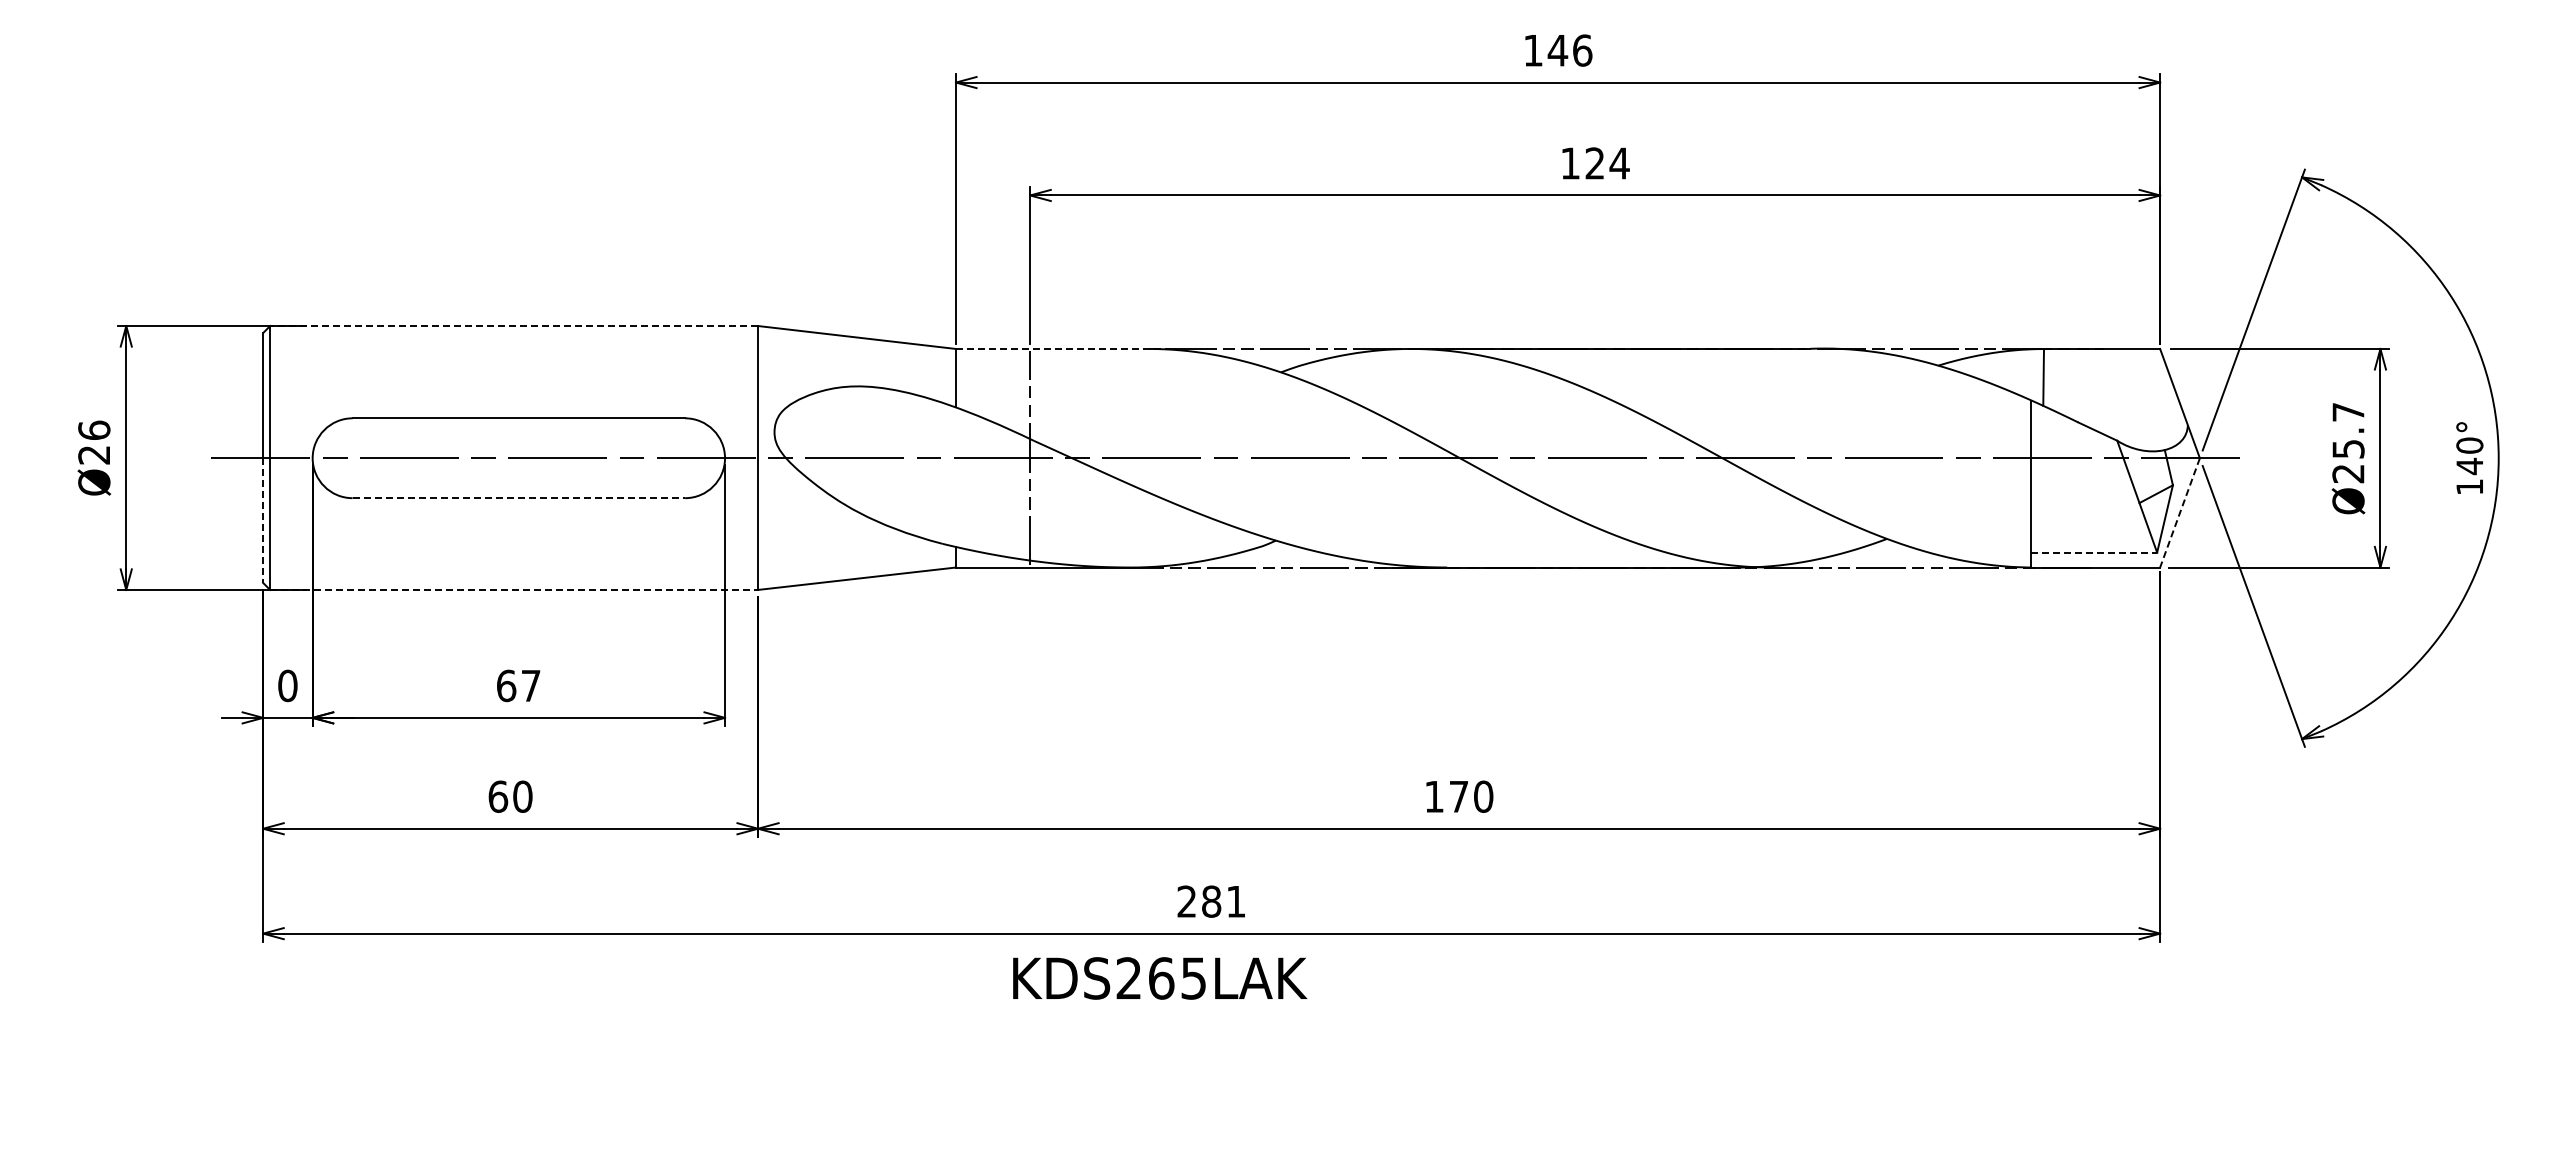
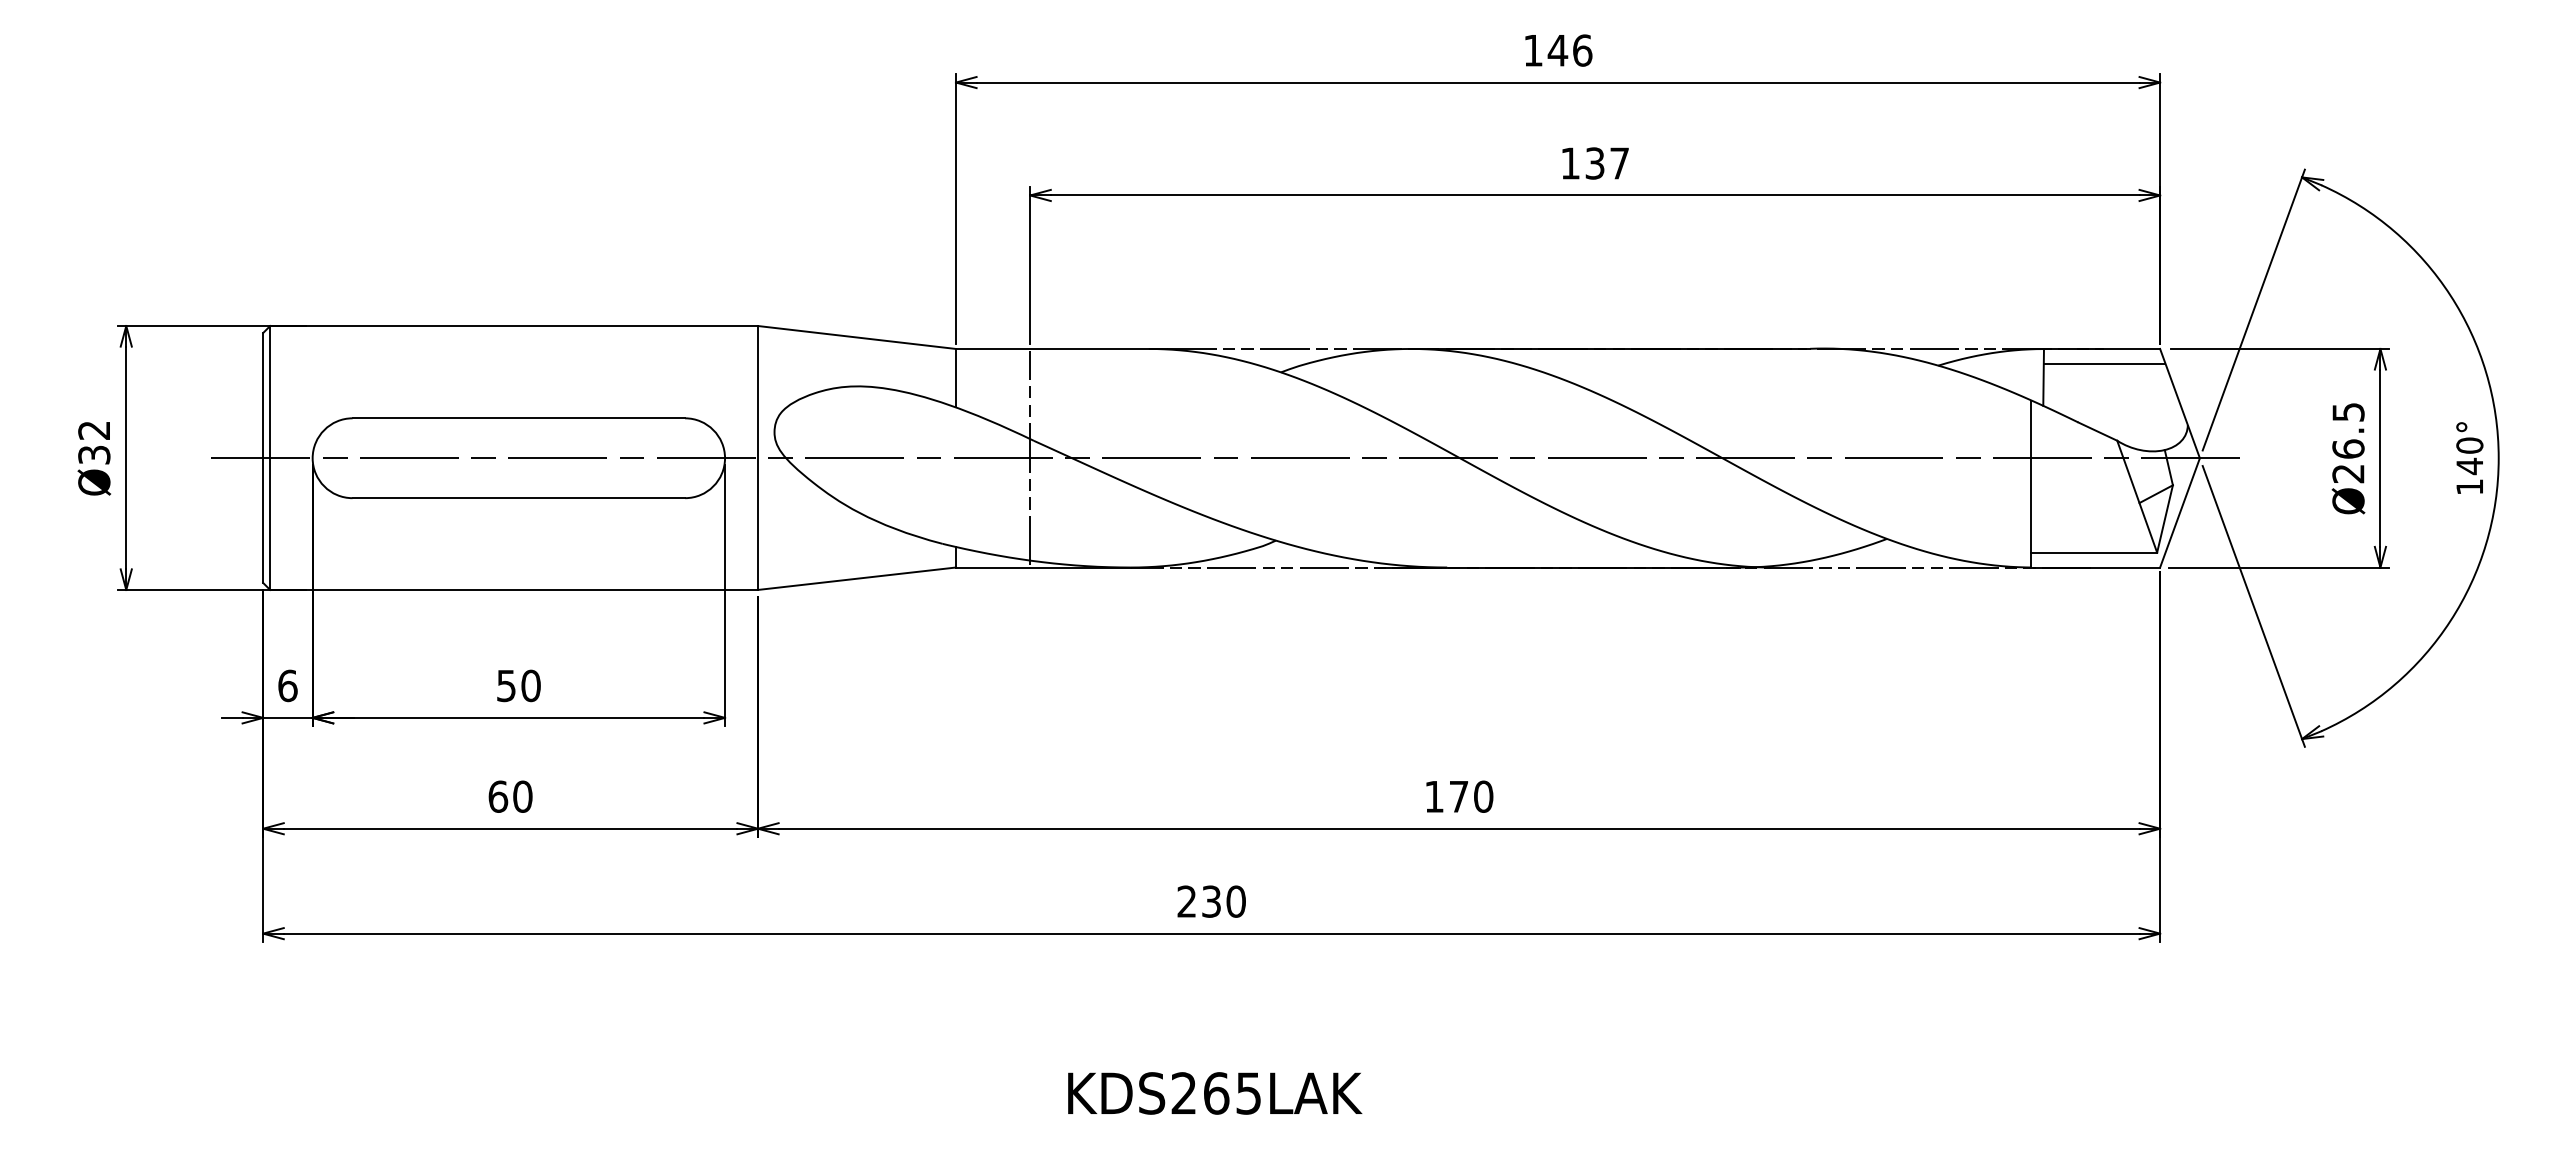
text at (1607, 163): 124 -> 137
line at (514, 326): dashed -> solid
line at (1061, 348): dashed -> solid
line at (2104, 363): none -> present
text at (2348, 430): Ø25.7 -> Ø26.5
text at (94, 442): Ø26 -> Ø32
line at (519, 498): dashed -> solid
line at (2179, 513): dashed -> solid
line at (263, 520): dashed -> solid
line at (2094, 552): dashed -> solid
line at (514, 589): dashed -> solid
text at (287, 685): 0 -> 6
text at (518, 685): 67 -> 50
text at (1223, 901): 281 -> 230
text at (1160, 978) position: (1160, 978) -> (1215, 1093)
